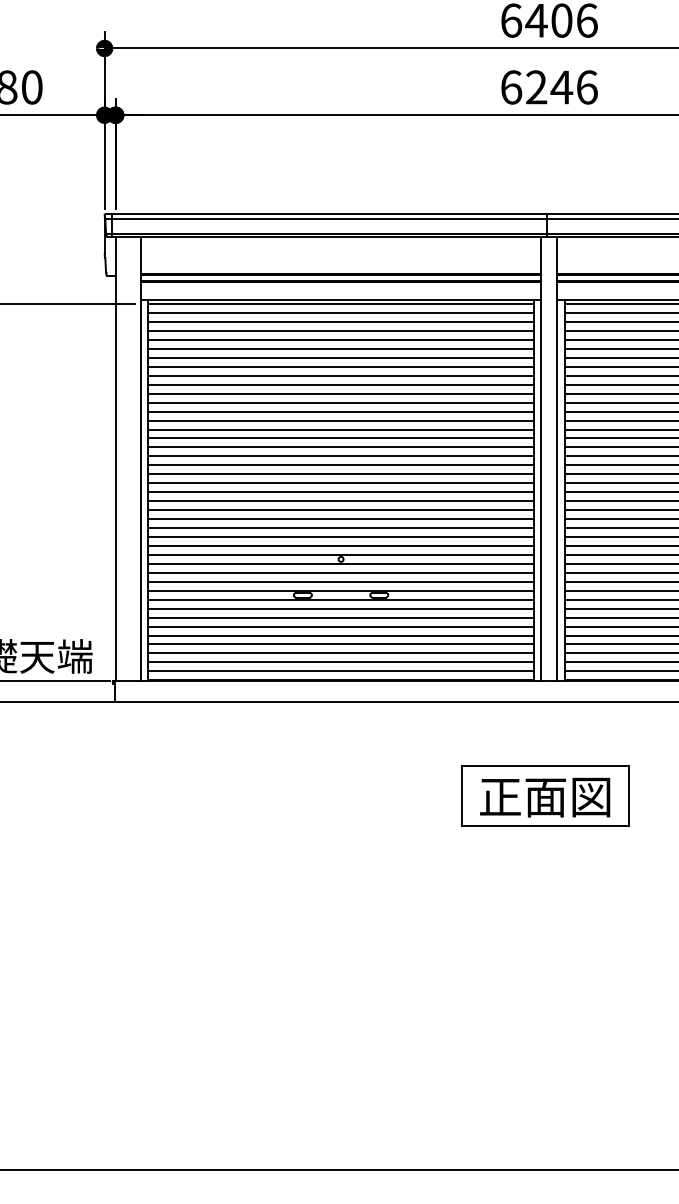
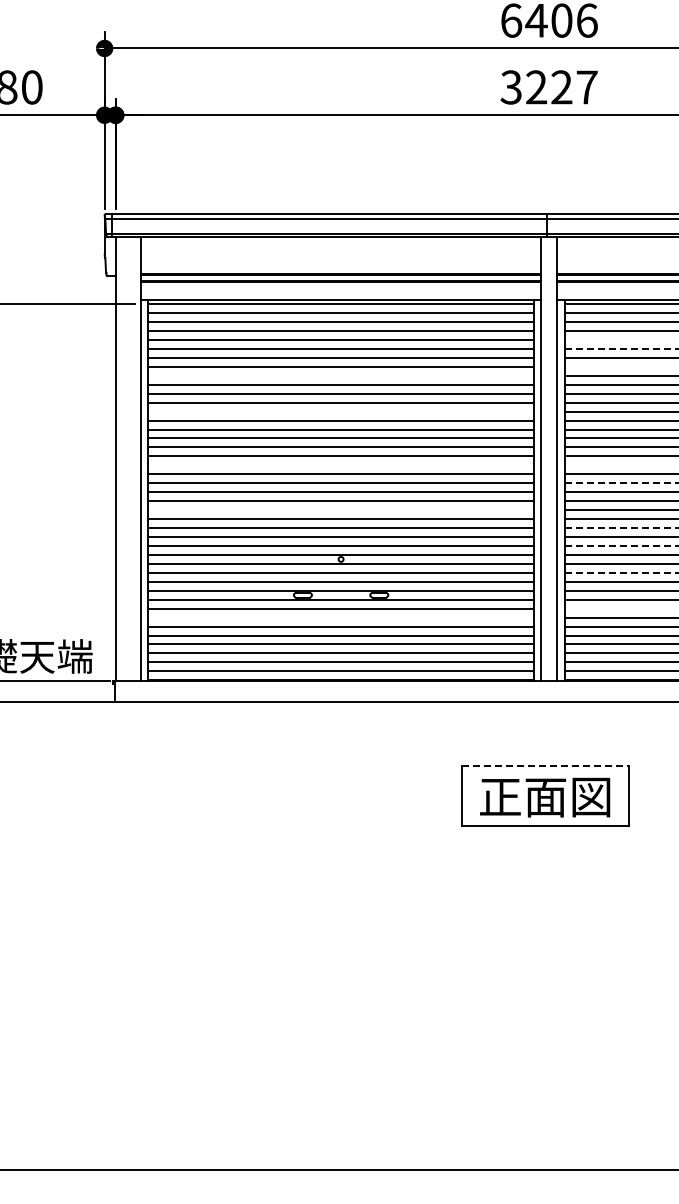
text at (548, 87): 6246 -> 3227
line at (619, 339): present -> none
line at (621, 348): solid -> dashed
line at (619, 366): present -> none
line at (341, 375): present -> none
line at (341, 411): present -> none
line at (341, 465): present -> none
line at (619, 465): present -> none
line at (621, 483): solid -> dashed
line at (341, 510): present -> none
line at (621, 528): solid -> dashed
line at (621, 545): solid -> dashed
line at (621, 572): solid -> dashed
line at (619, 608): present -> none
line at (341, 617): present -> none
line at (546, 765): solid -> dashed
